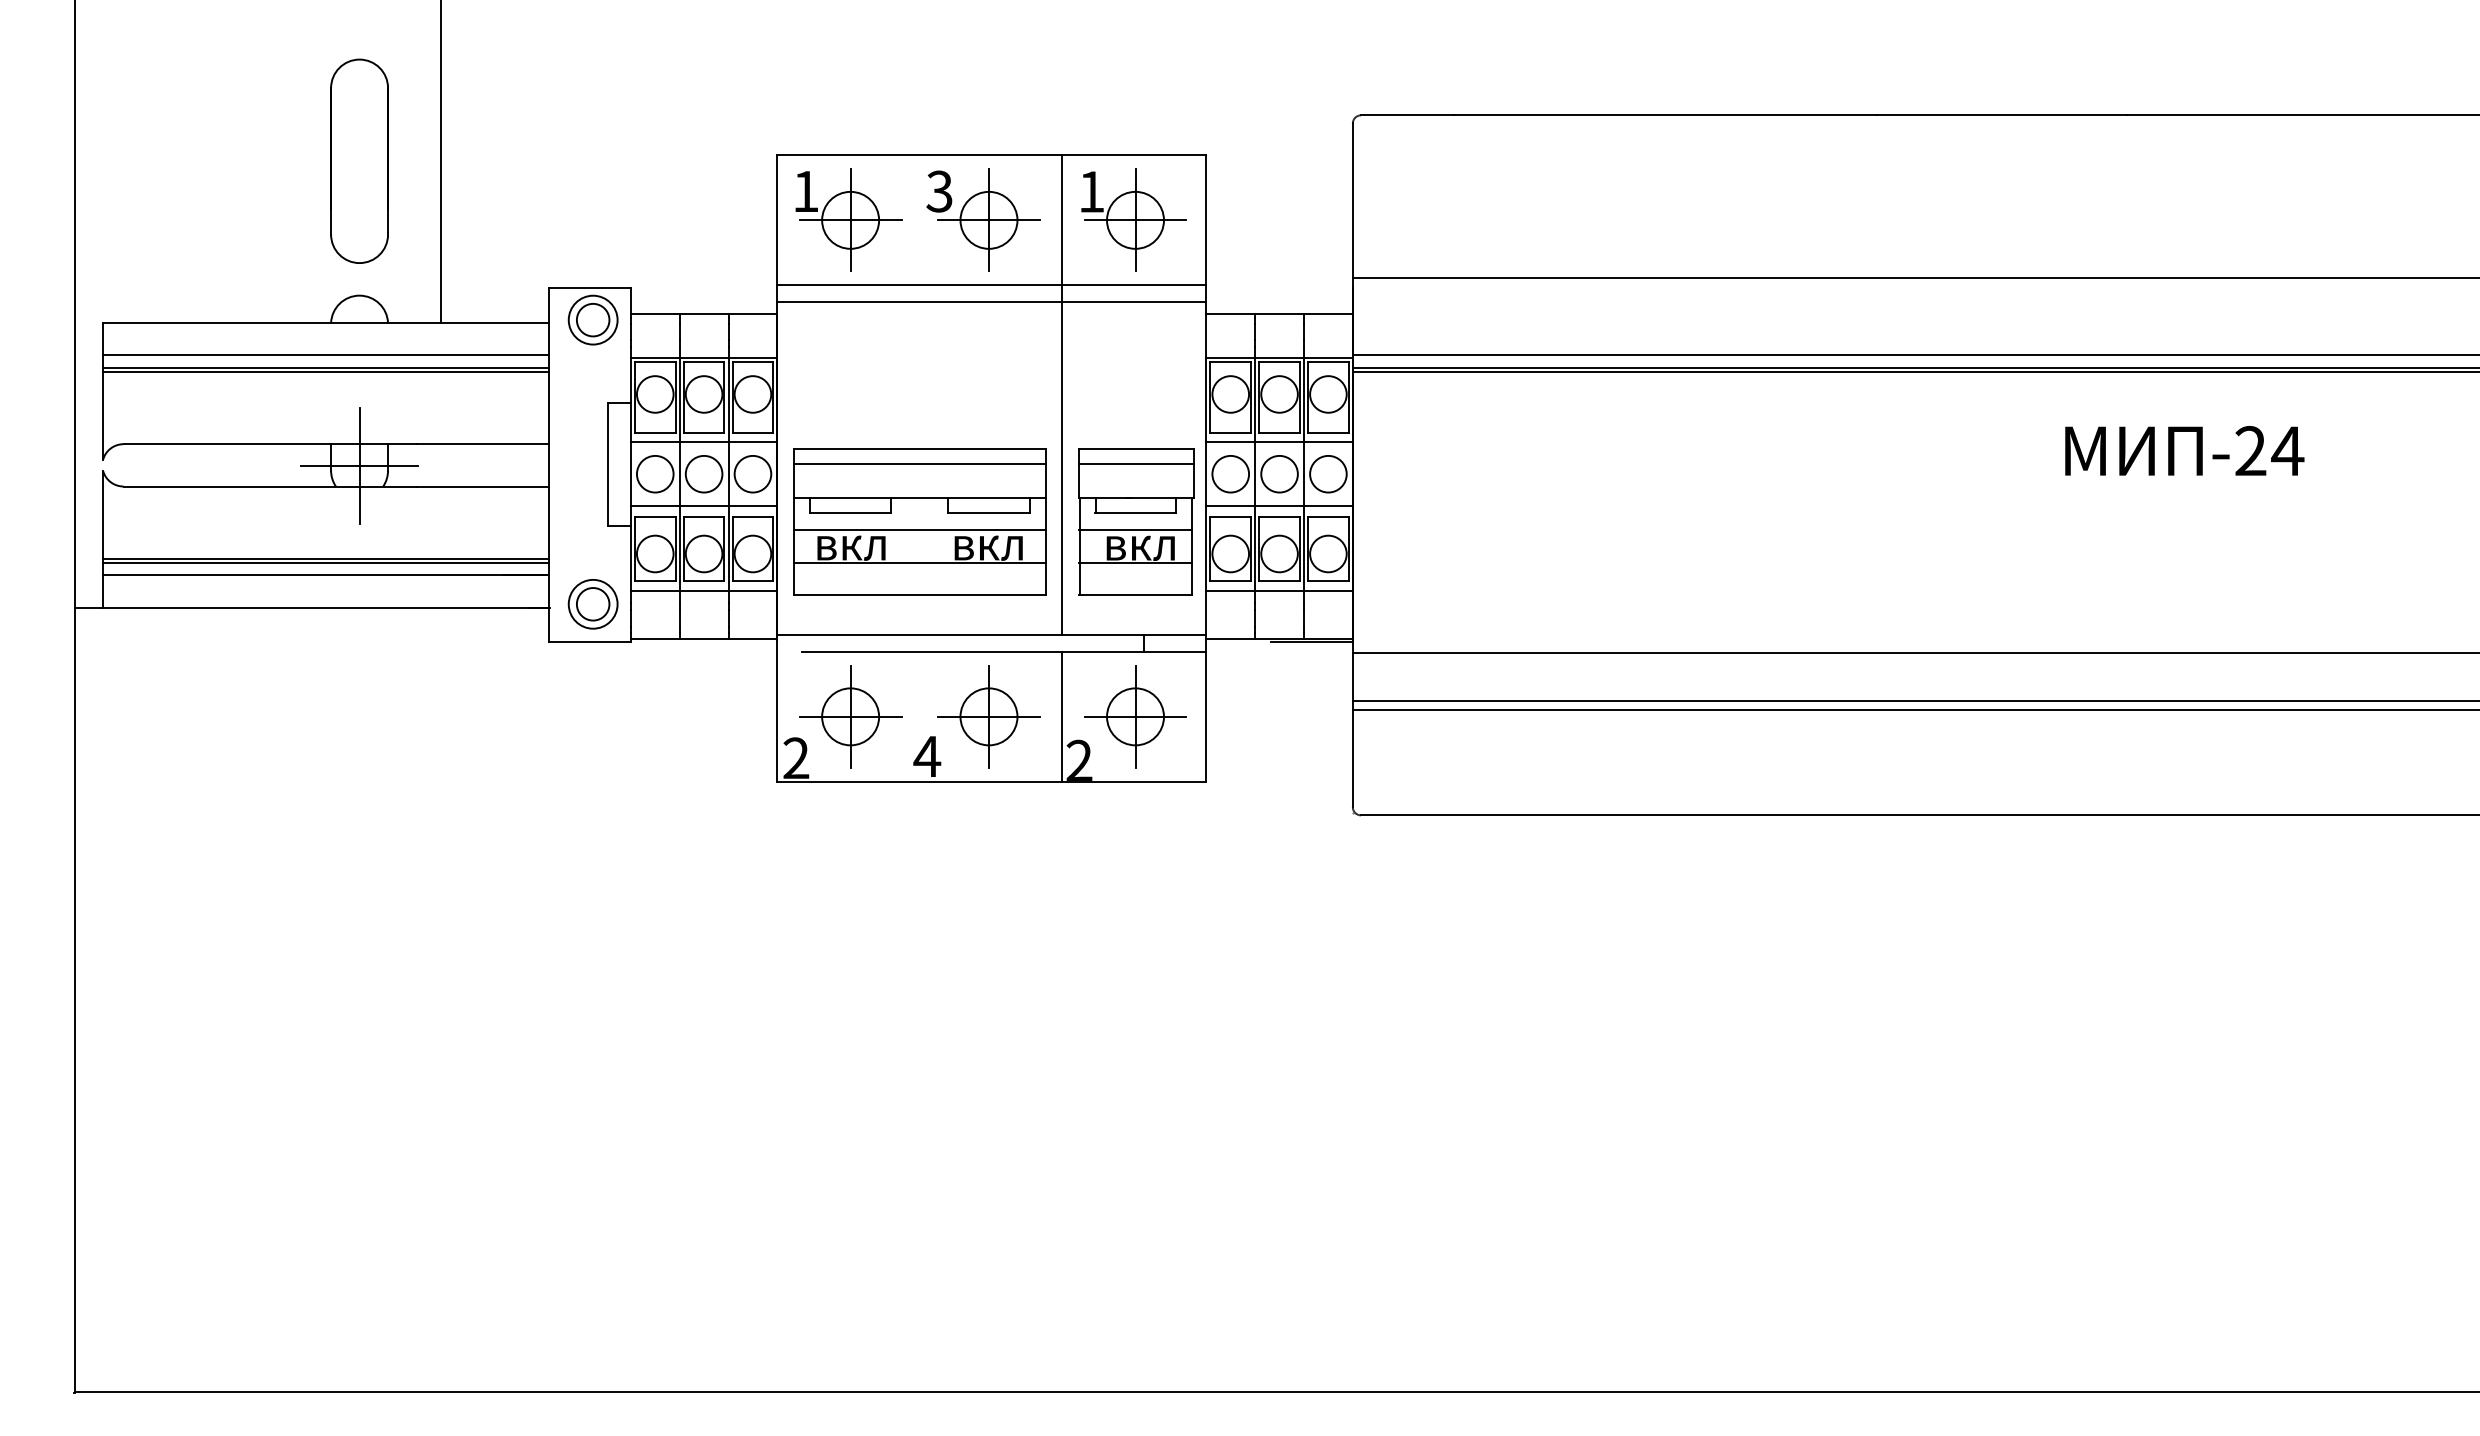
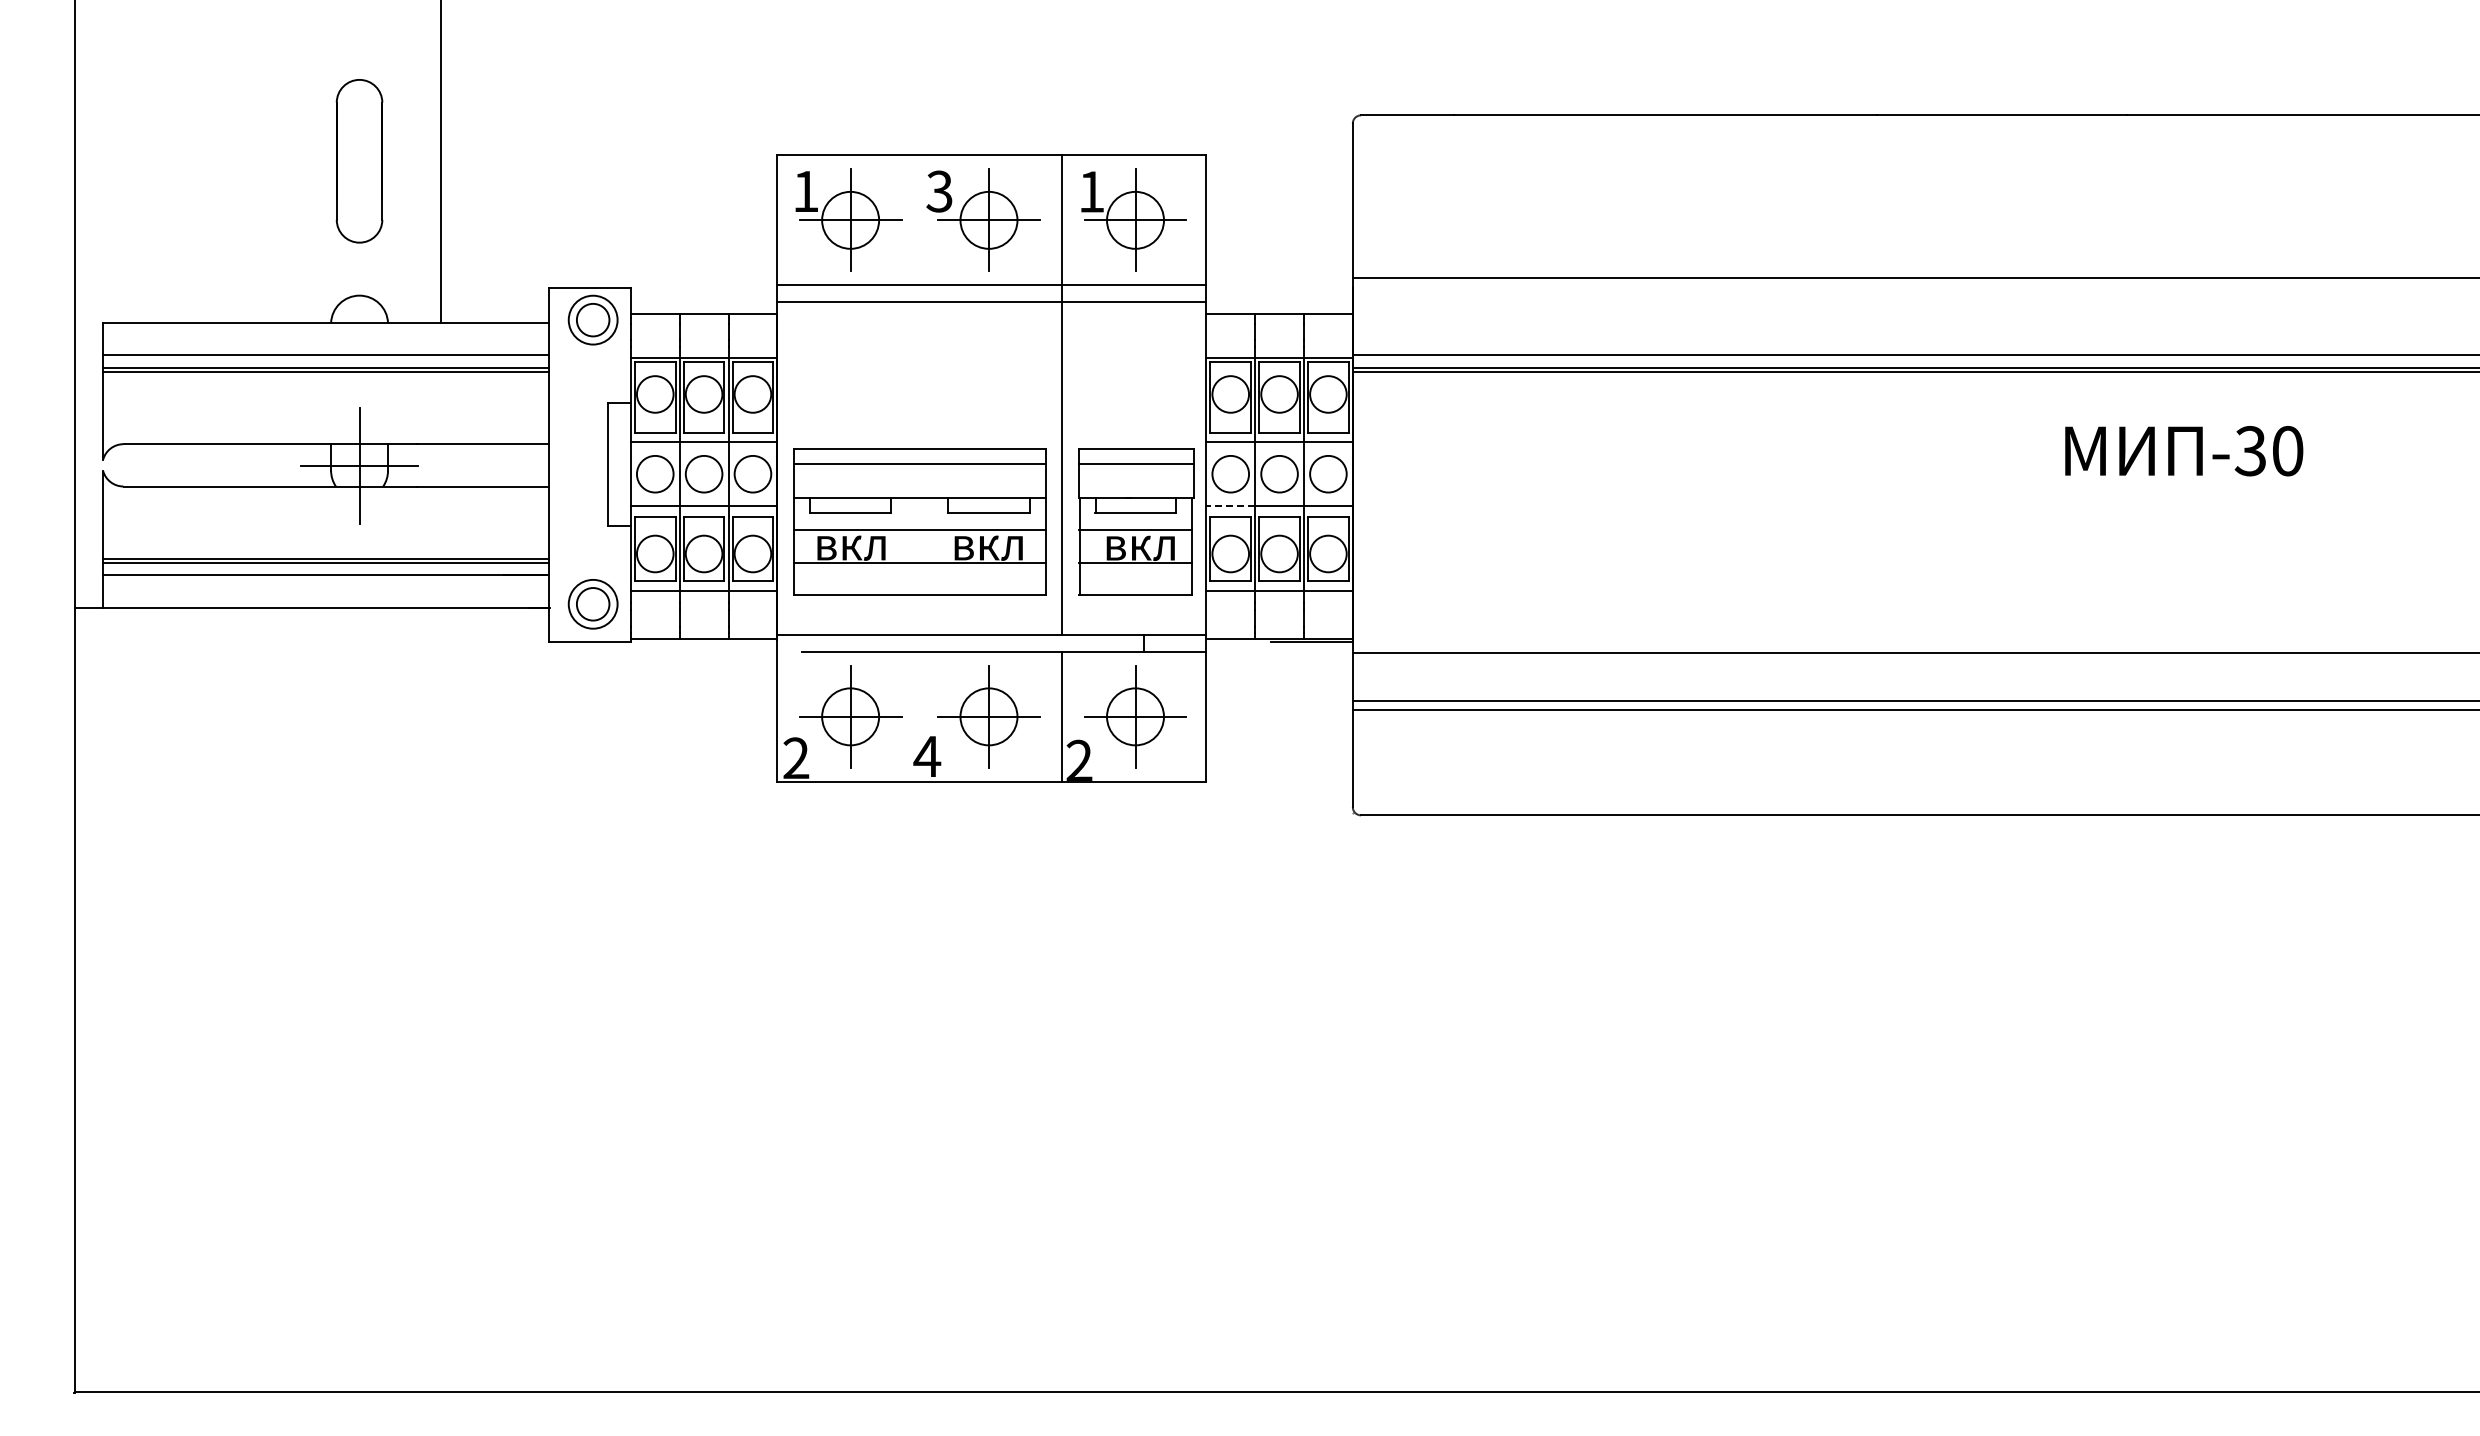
part at (359, 160) size: 59x206 px -> 49x165 px
text at (2269, 451): -24 -> -30
line at (1230, 505): solid -> dashed
